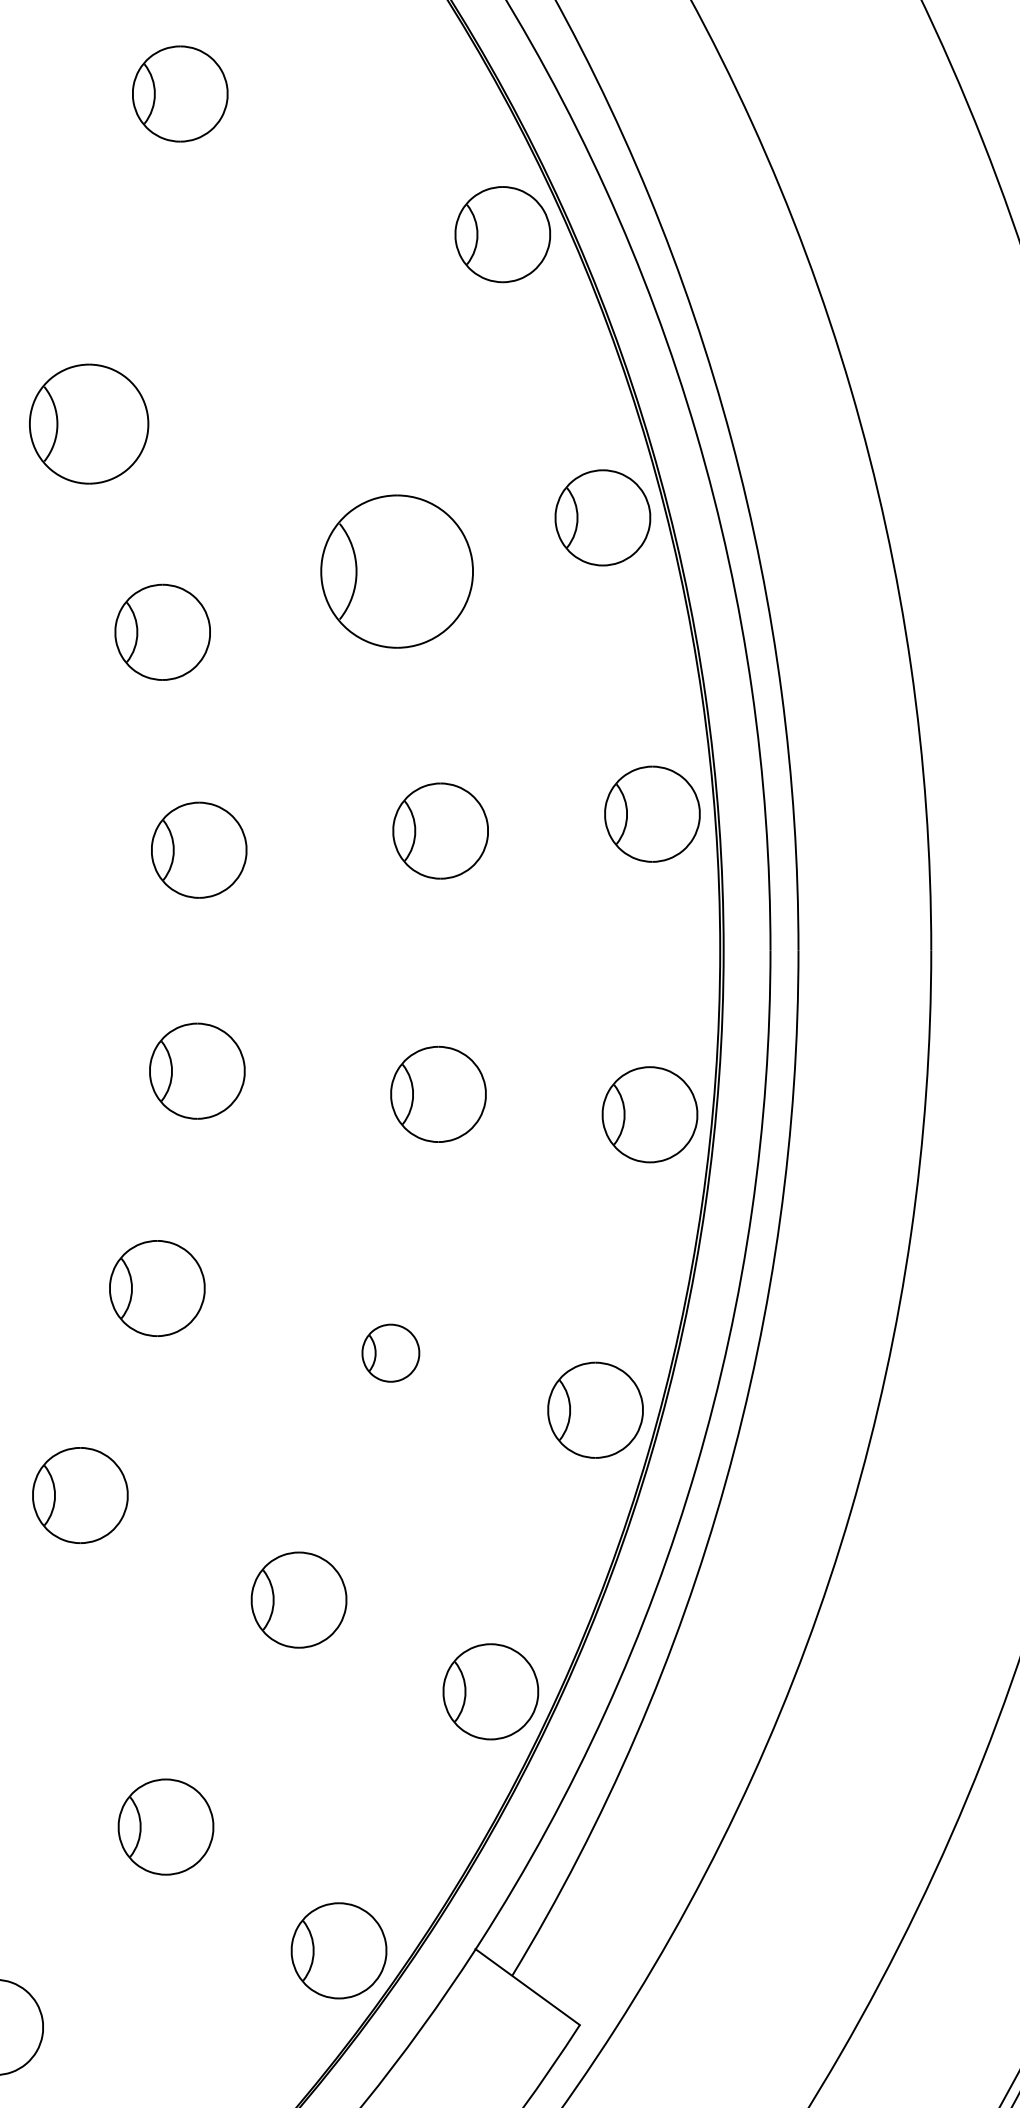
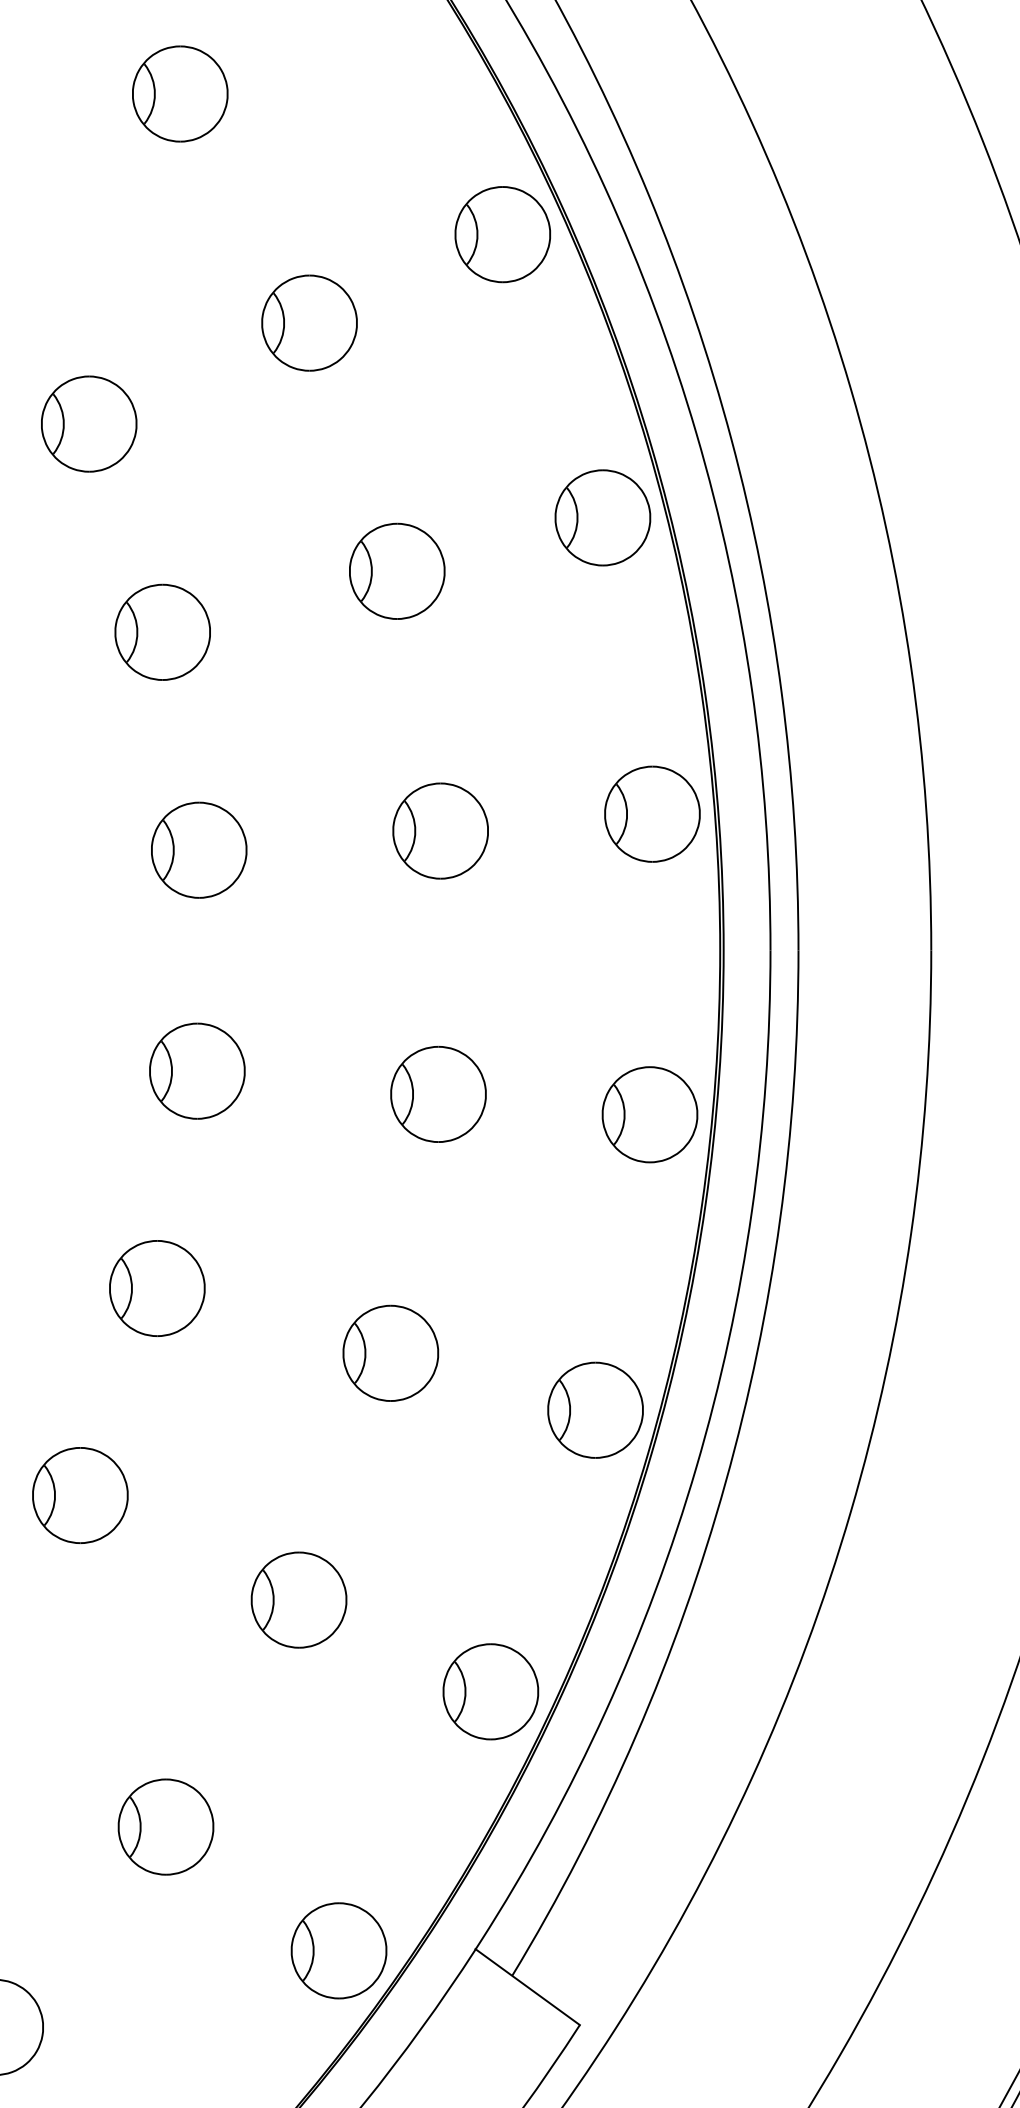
part at (309, 322): none -> present
part at (89, 423) size: 121x122 px -> 97x98 px
part at (396, 571) size: 154x155 px -> 97x98 px
part at (390, 1352) size: 60x60 px -> 98x98 px
